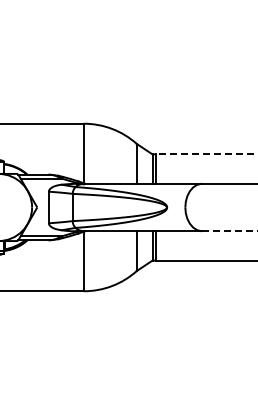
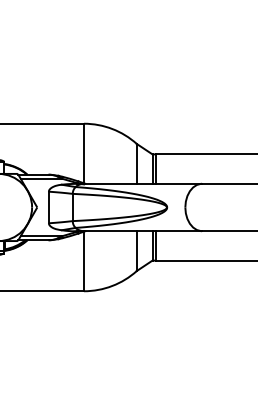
line at (206, 154): dashed -> solid
line at (229, 231): dashed -> solid
